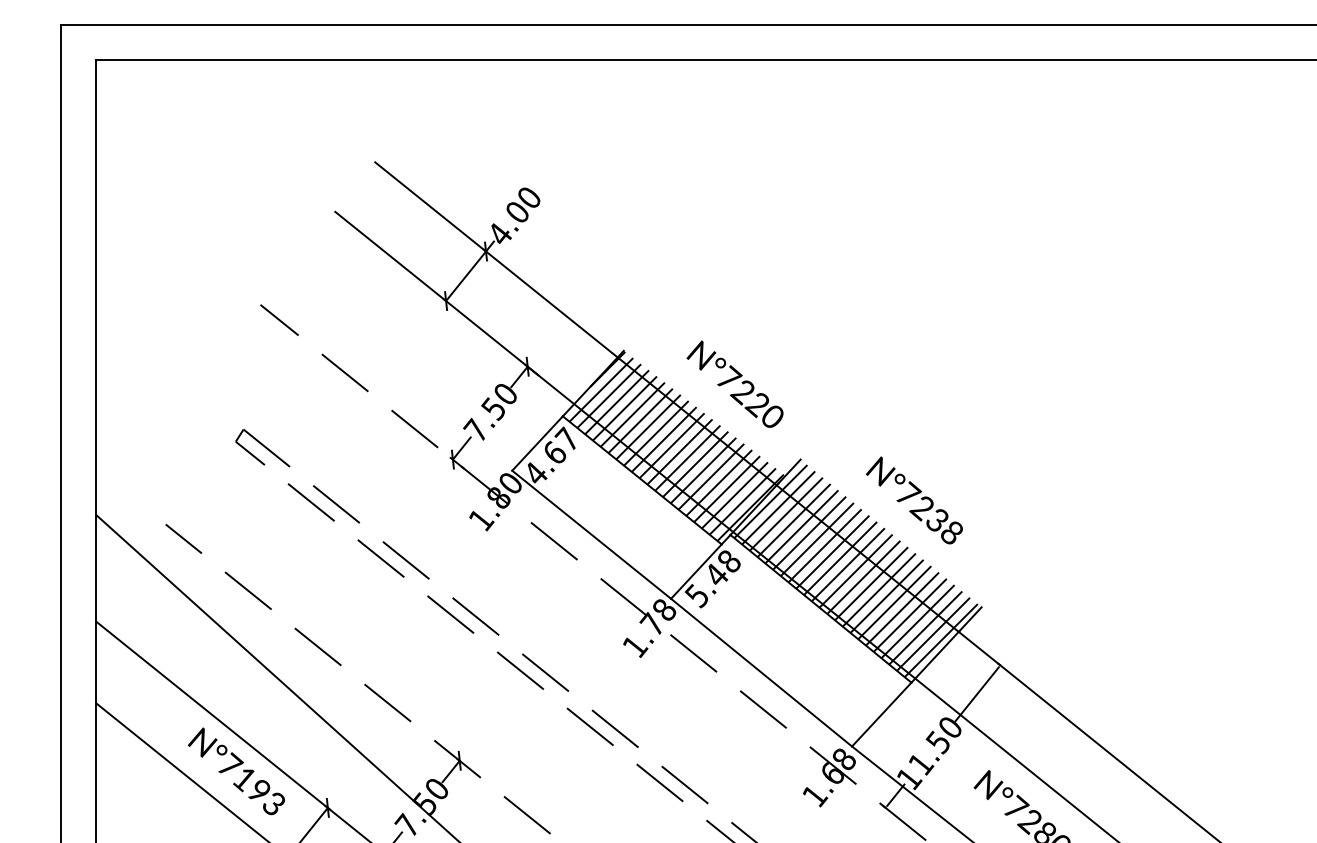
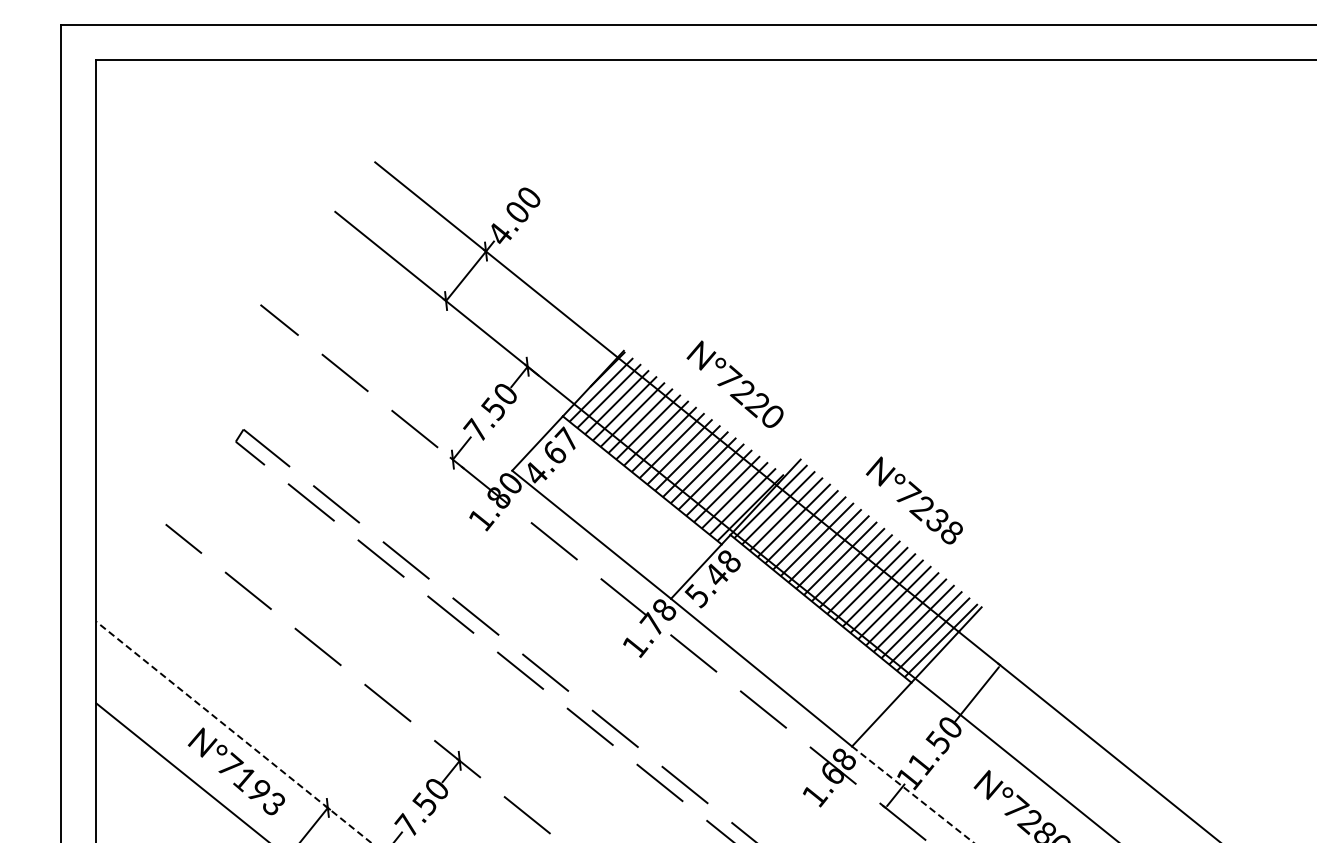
line at (276, 677): present -> none
line at (233, 732): solid -> dashed
line at (913, 794): solid -> dashed
